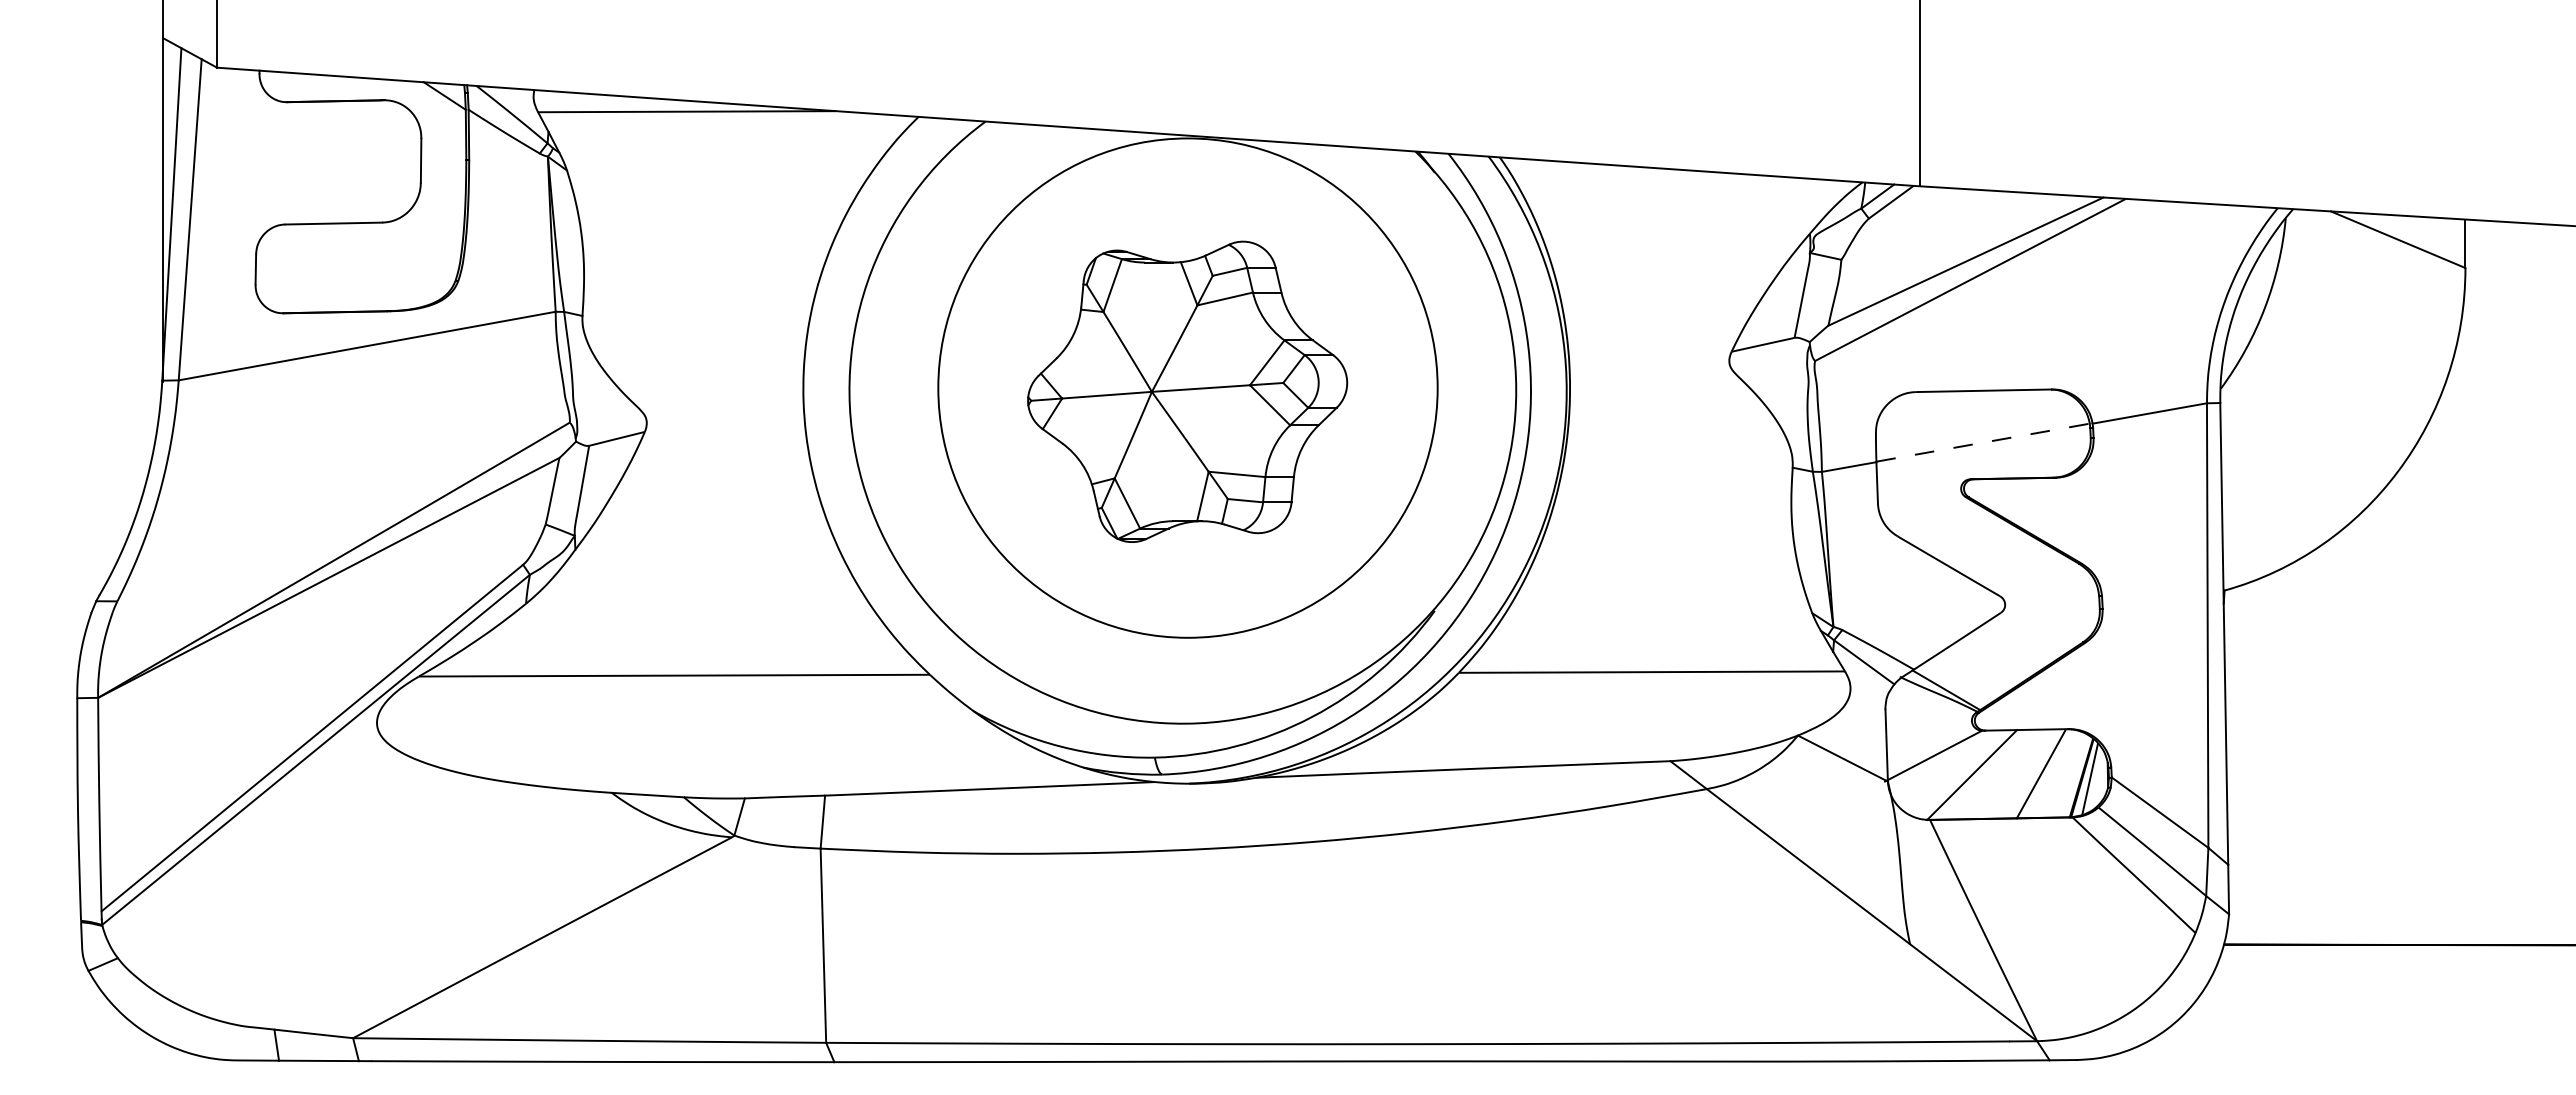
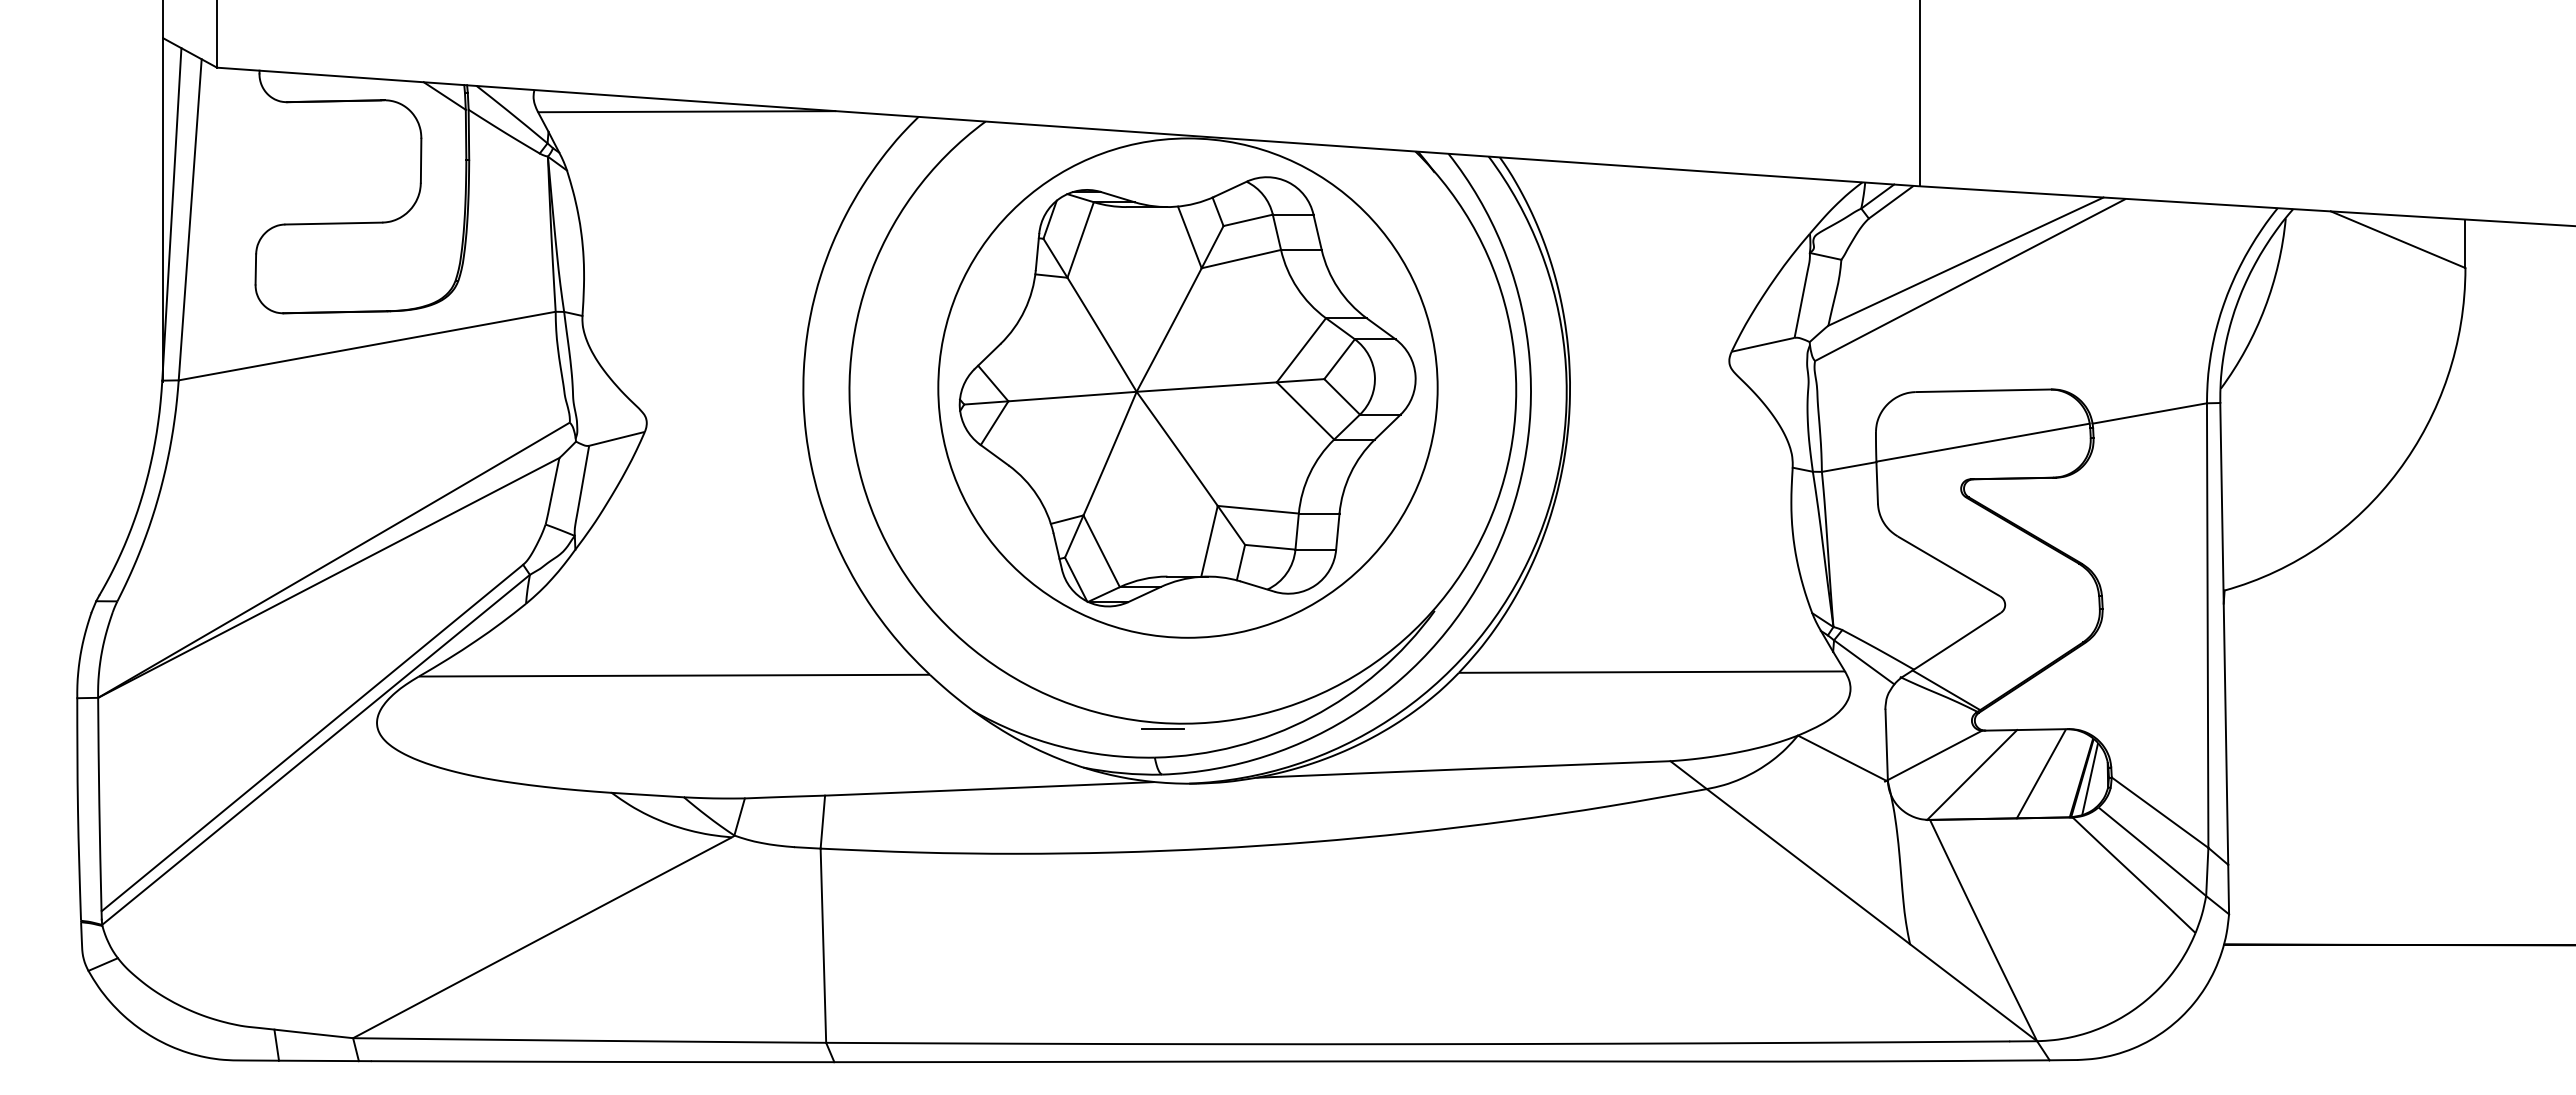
part at (1187, 391) size: 322x303 px -> 459x432 px
line at (1982, 442): dashed -> solid
line at (1162, 729): none -> present
